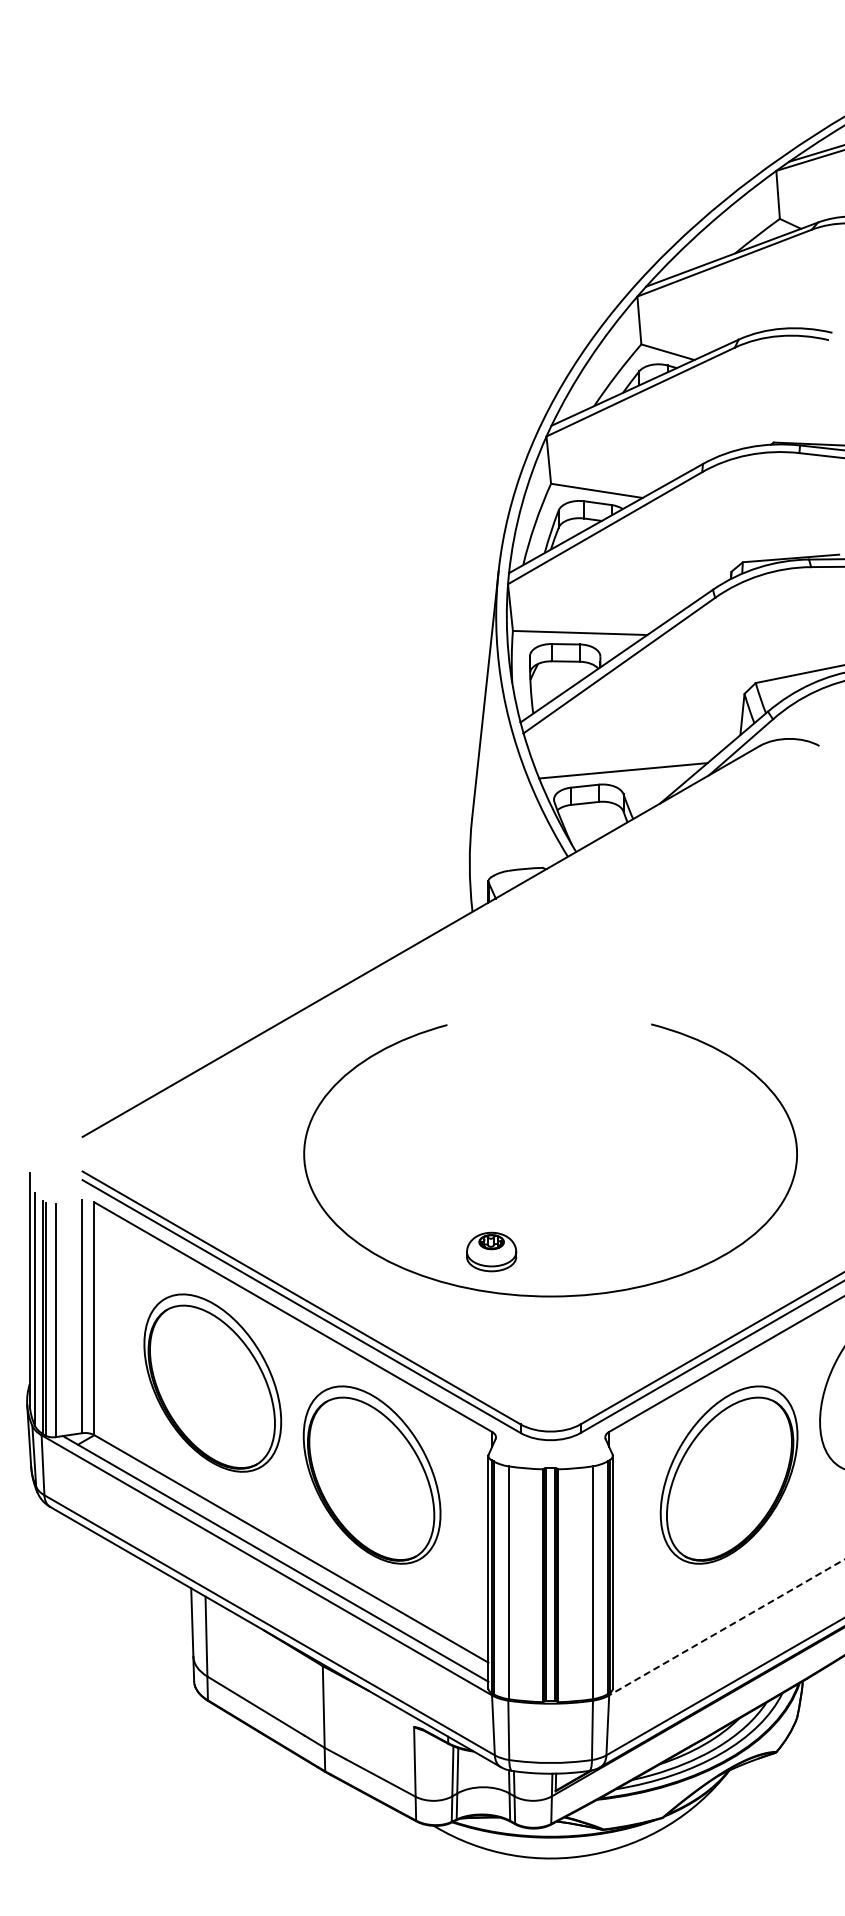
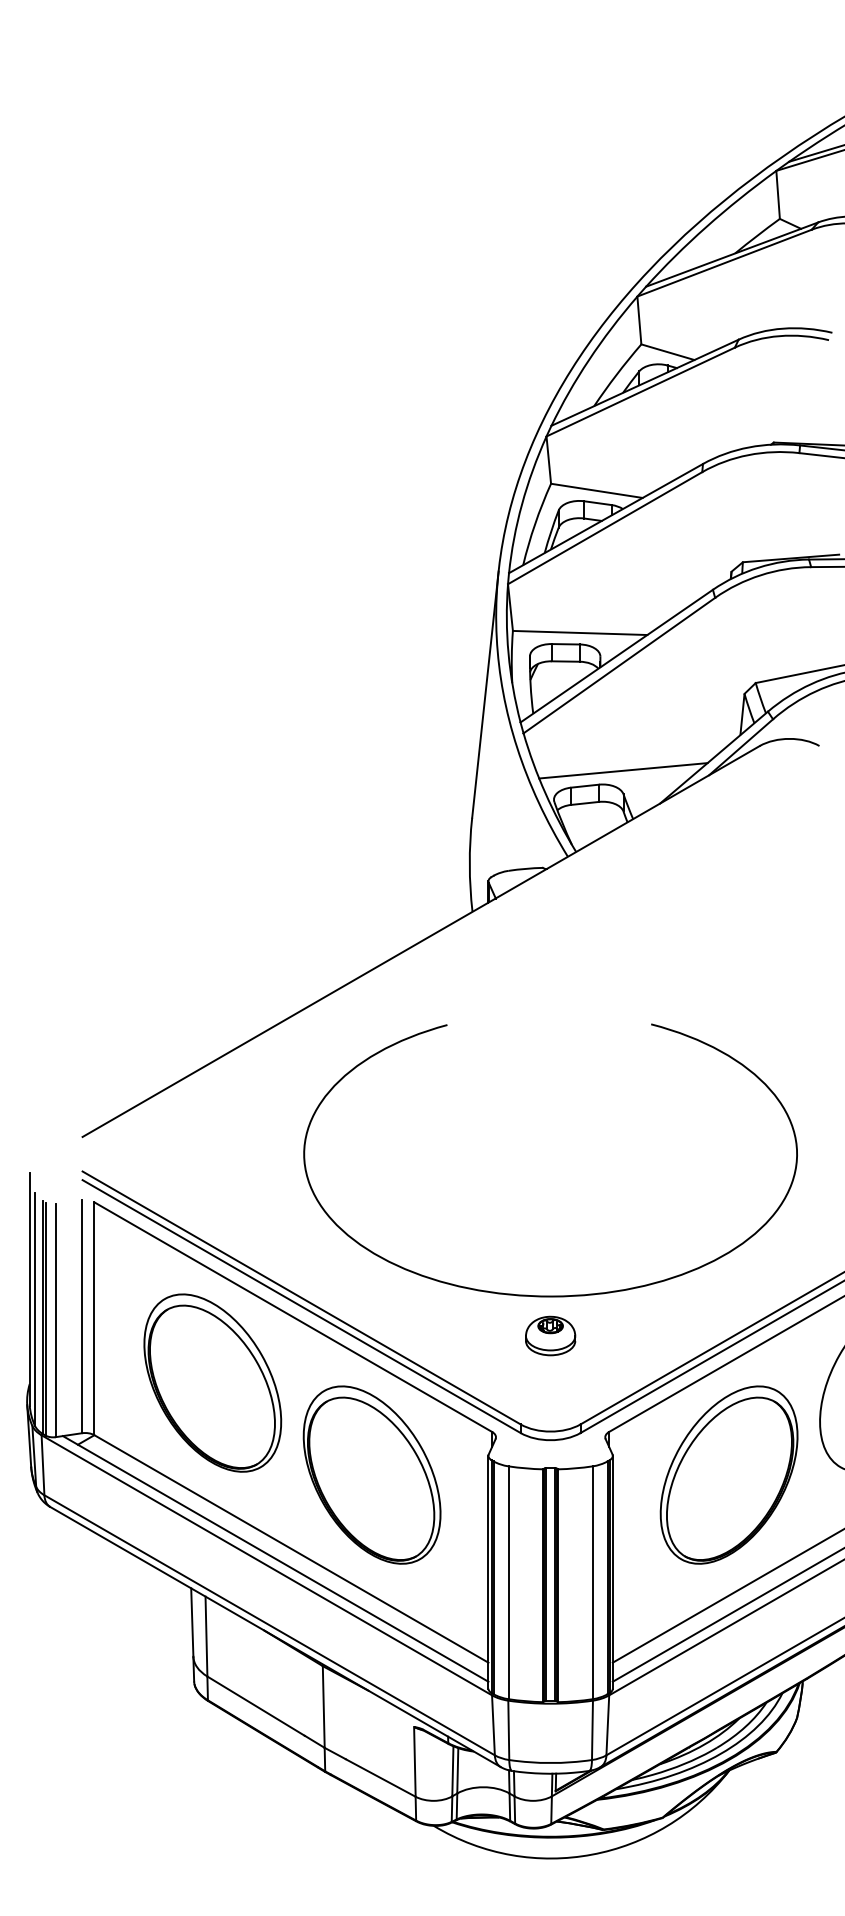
part at (491, 1251) position: (491, 1251) -> (550, 1335)
line at (726, 1596): none -> present
line at (726, 1615): none -> present
line at (726, 1627): dashed -> solid
